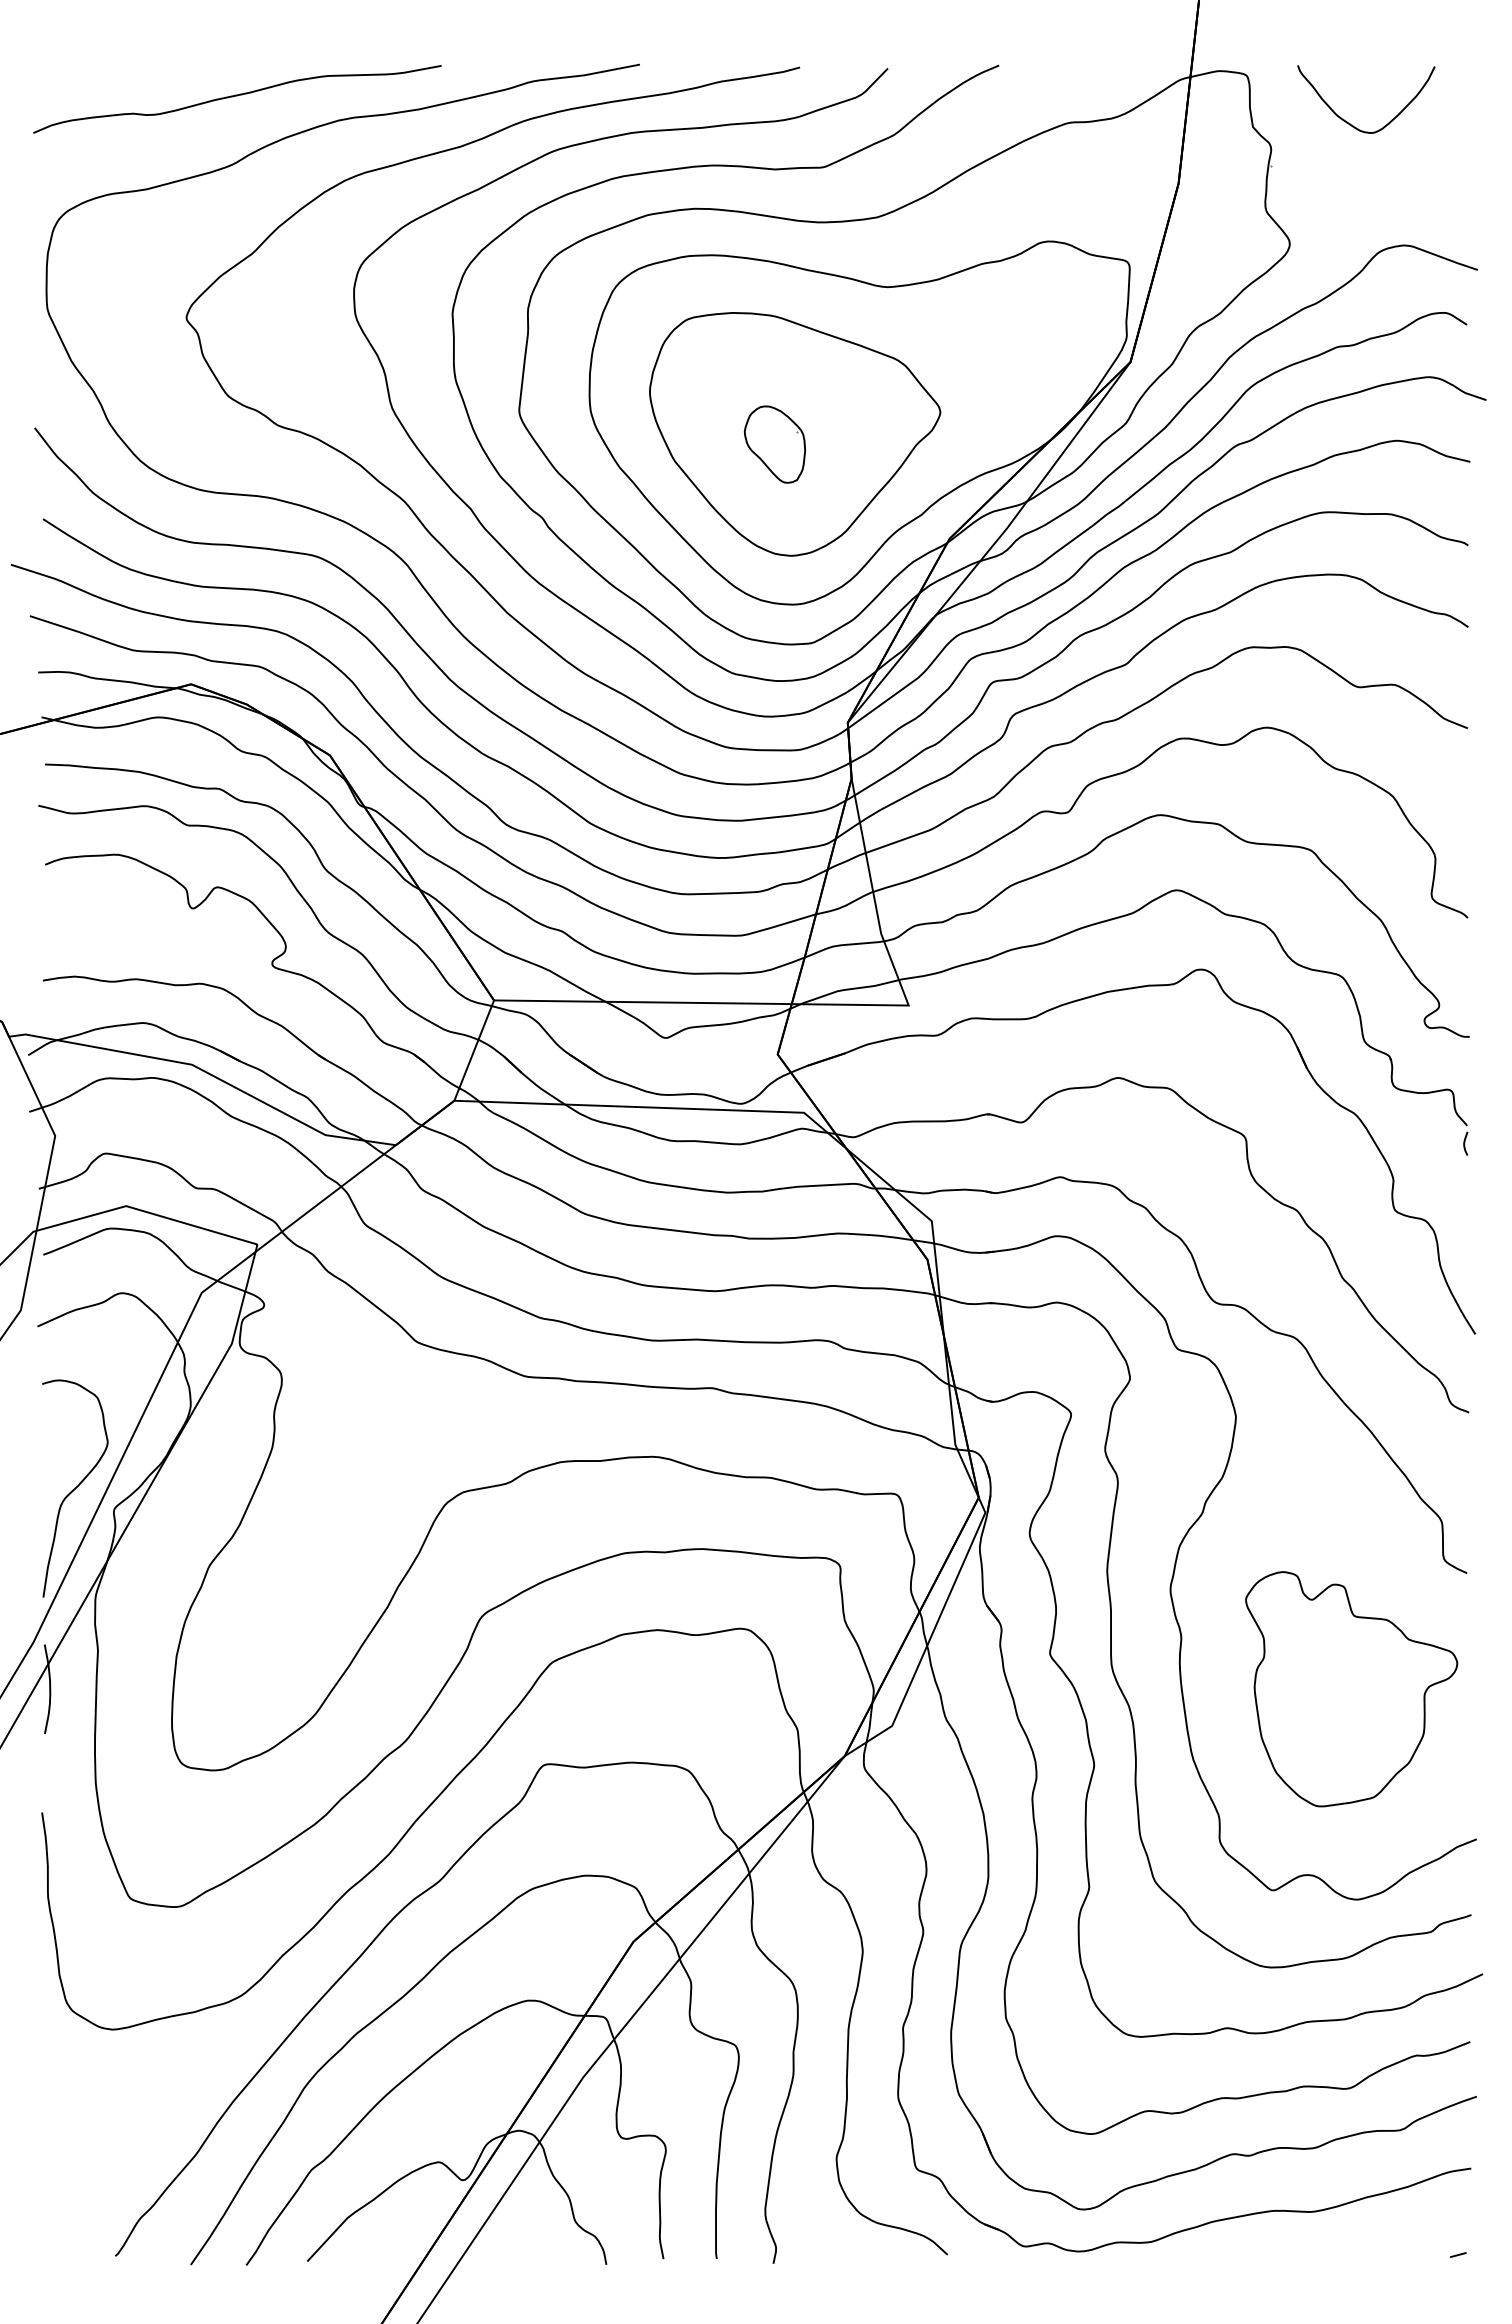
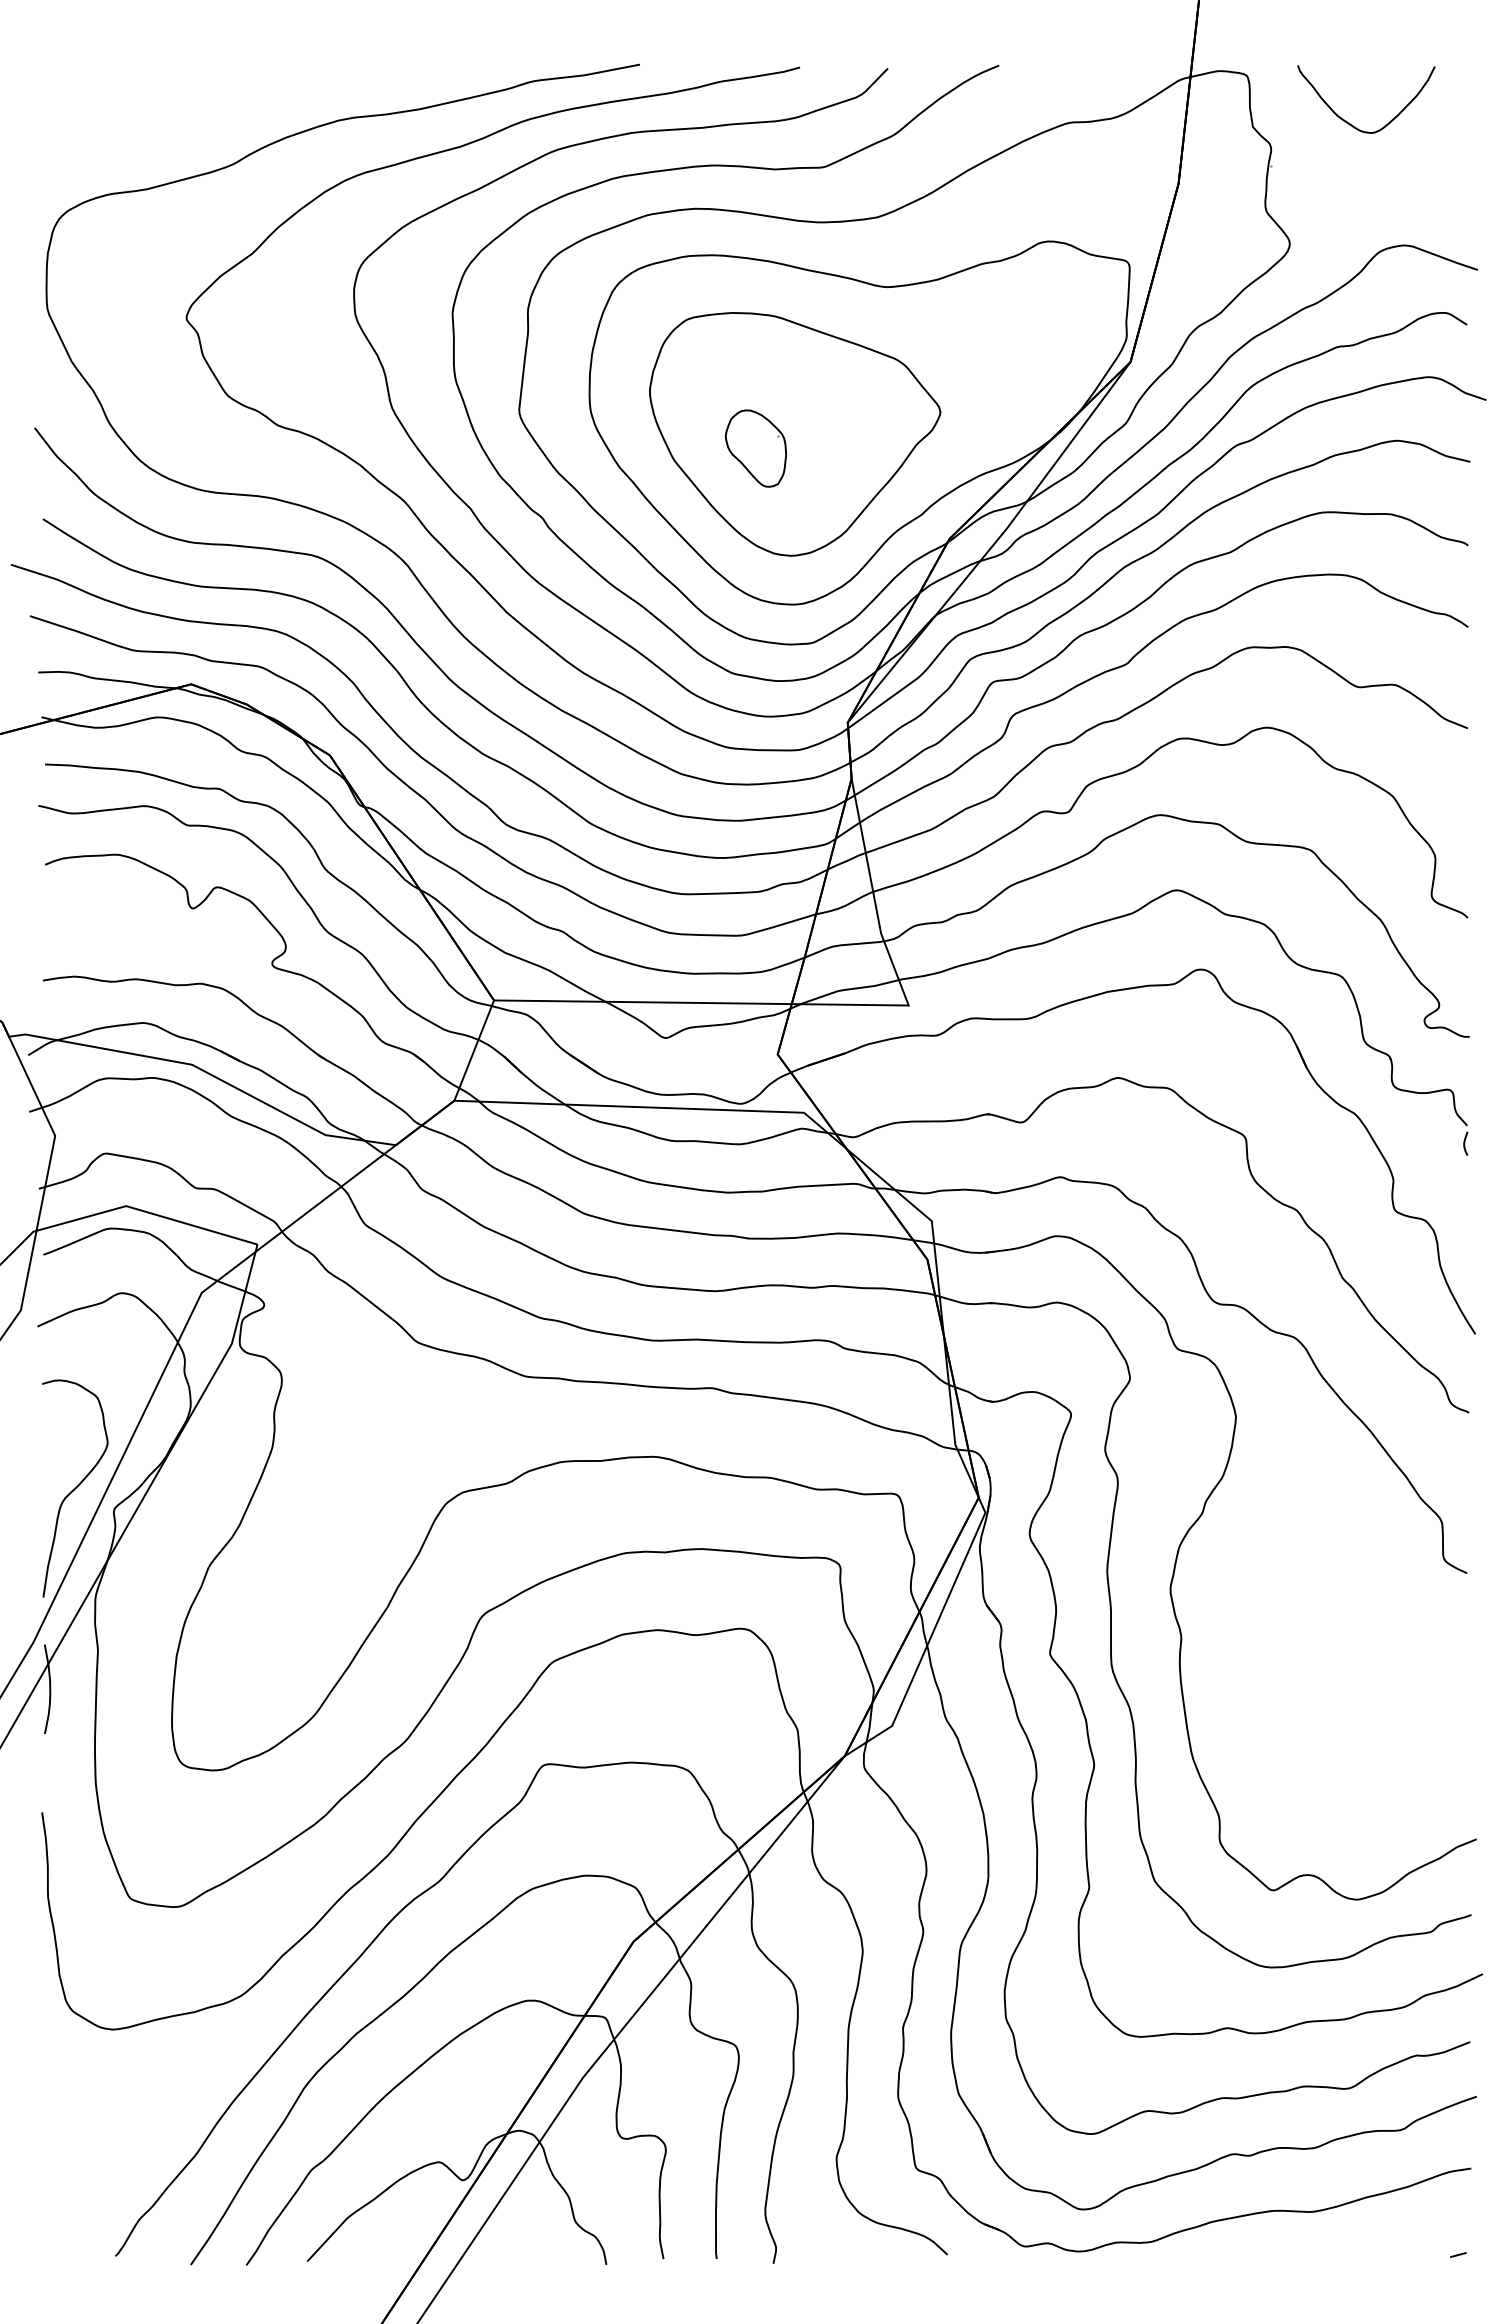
curve at (237, 96): present -> none
part at (774, 444) position: (774, 444) -> (755, 448)
part at (1351, 1689): present -> none
